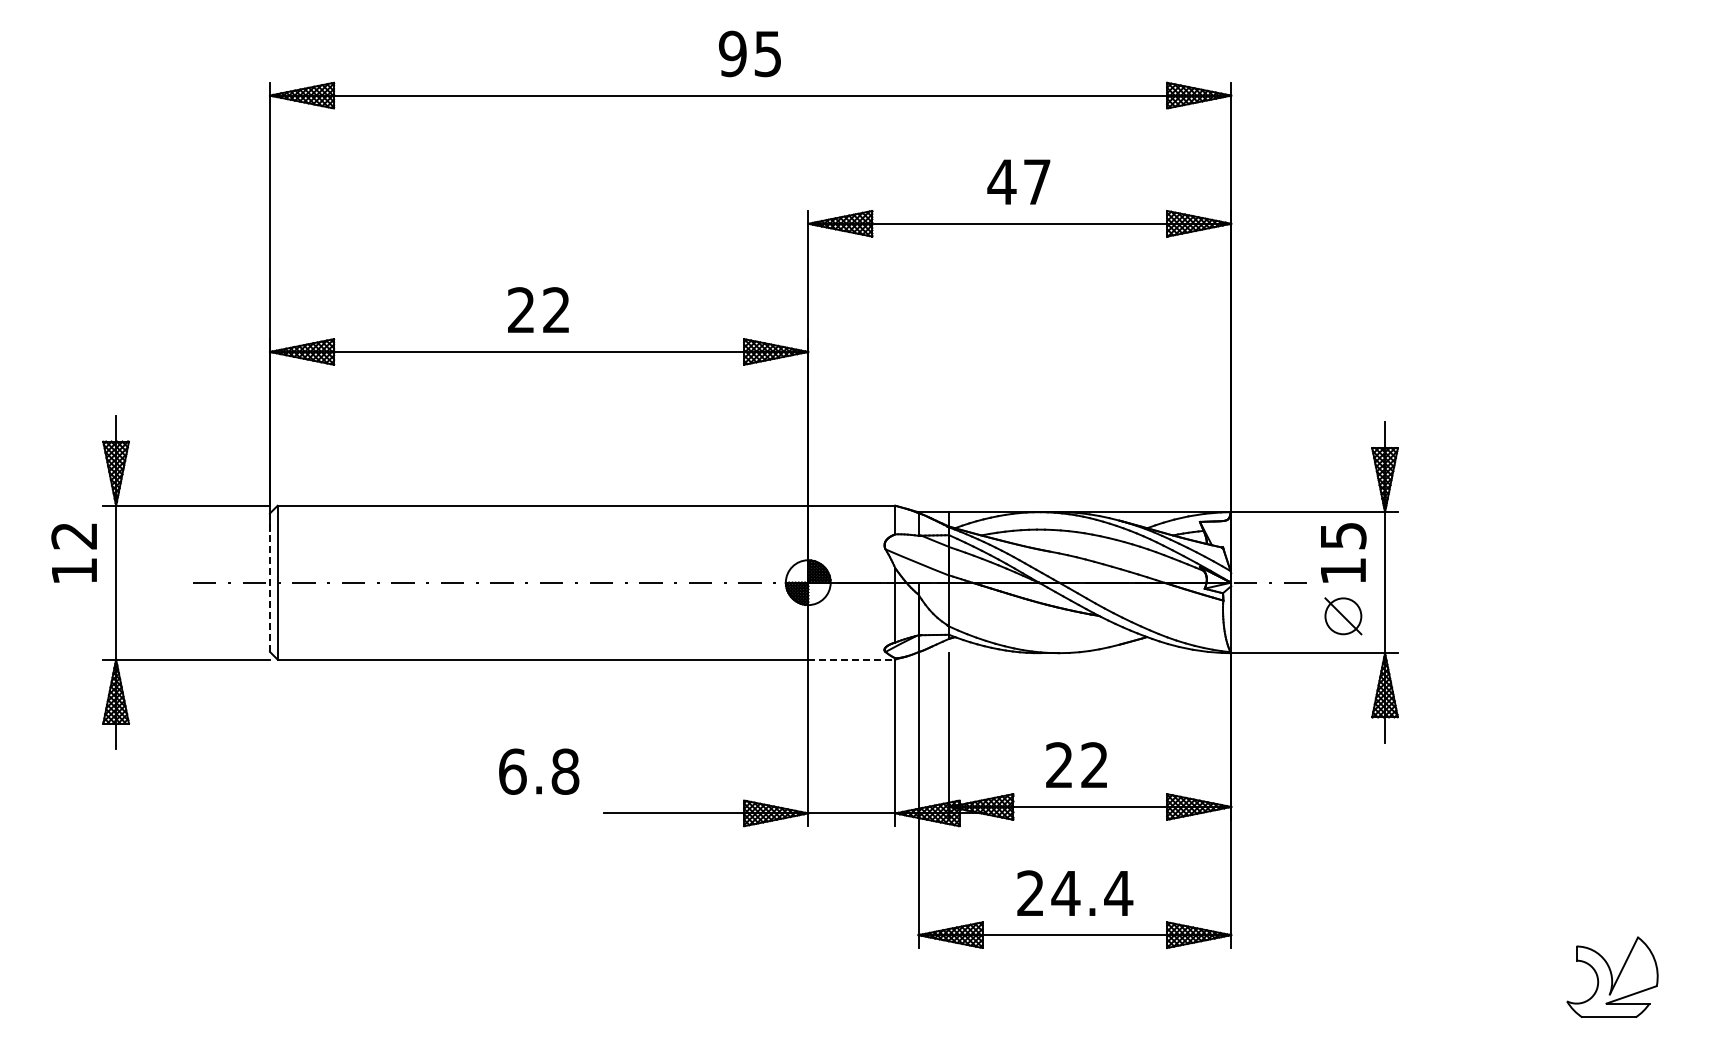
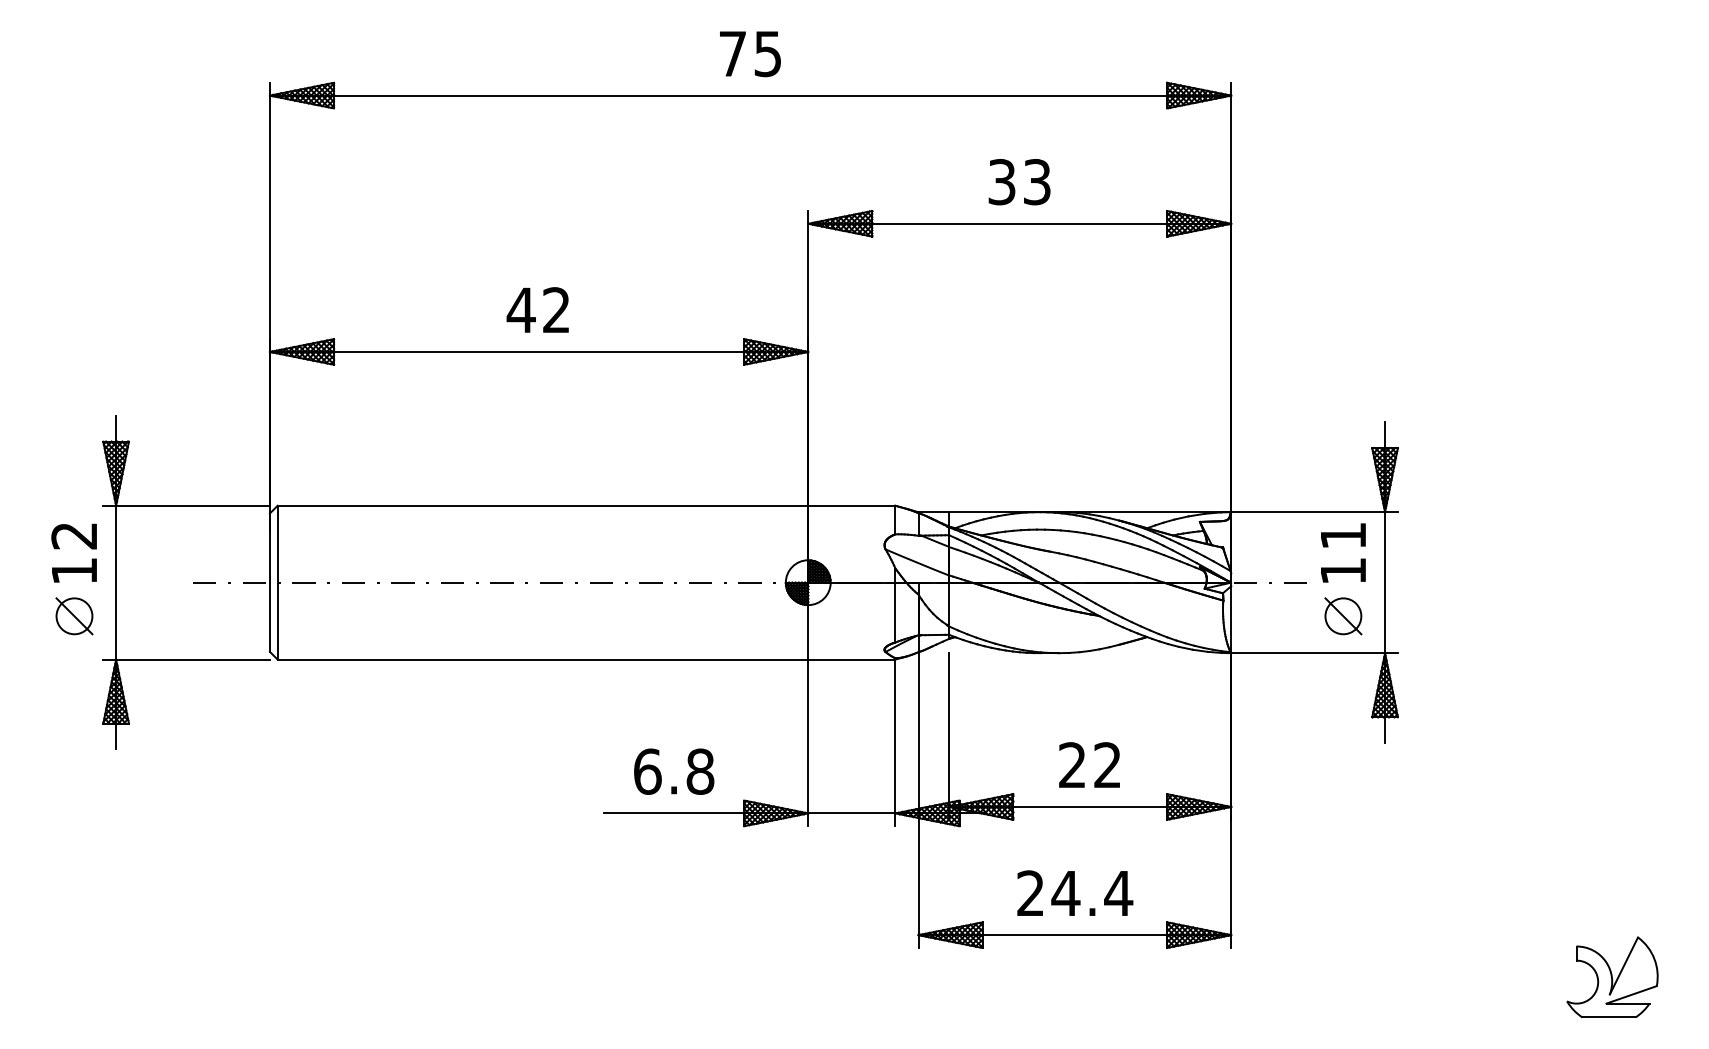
text at (732, 53): 95 -> 75
text at (1018, 182): 47 -> 33
text at (520, 309): 22 -> 42
text at (1343, 536): 15 -> 11
line at (269, 583): dashed -> solid
part at (74, 616): none -> present
line at (851, 659): dashed -> solid
text at (1076, 764) position: (1076, 764) -> (1089, 764)
text at (539, 771) position: (539, 771) -> (674, 771)
